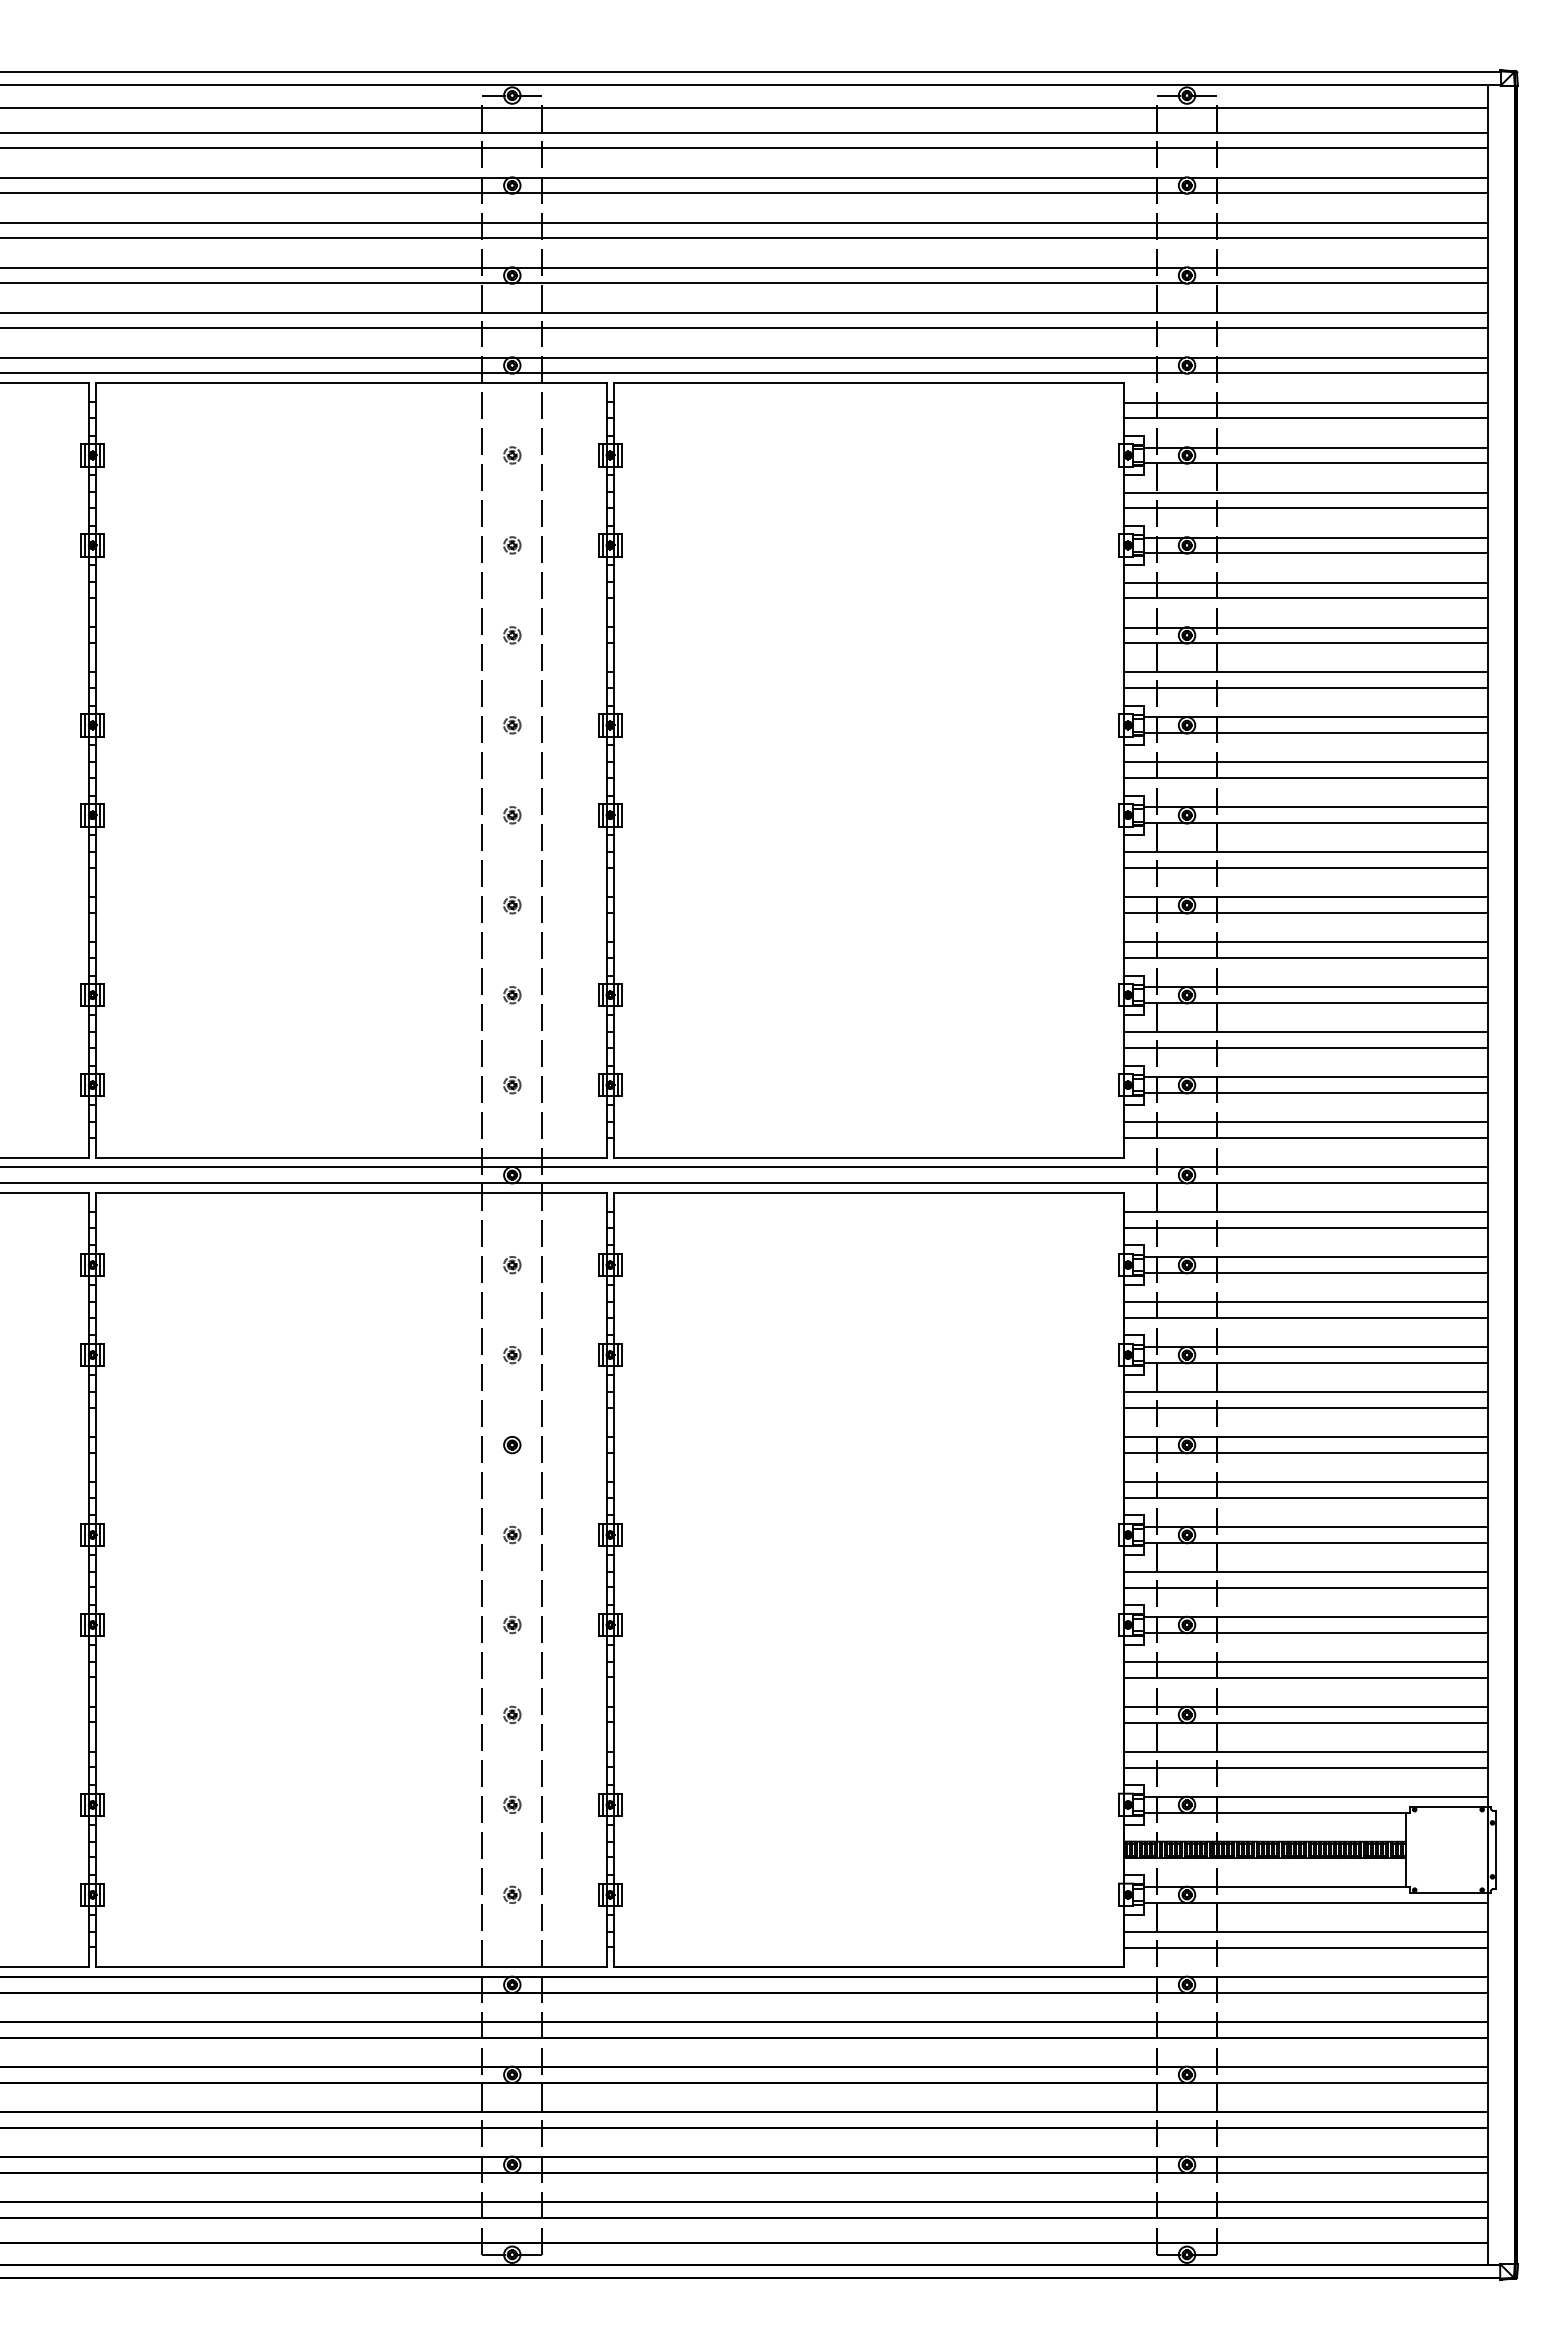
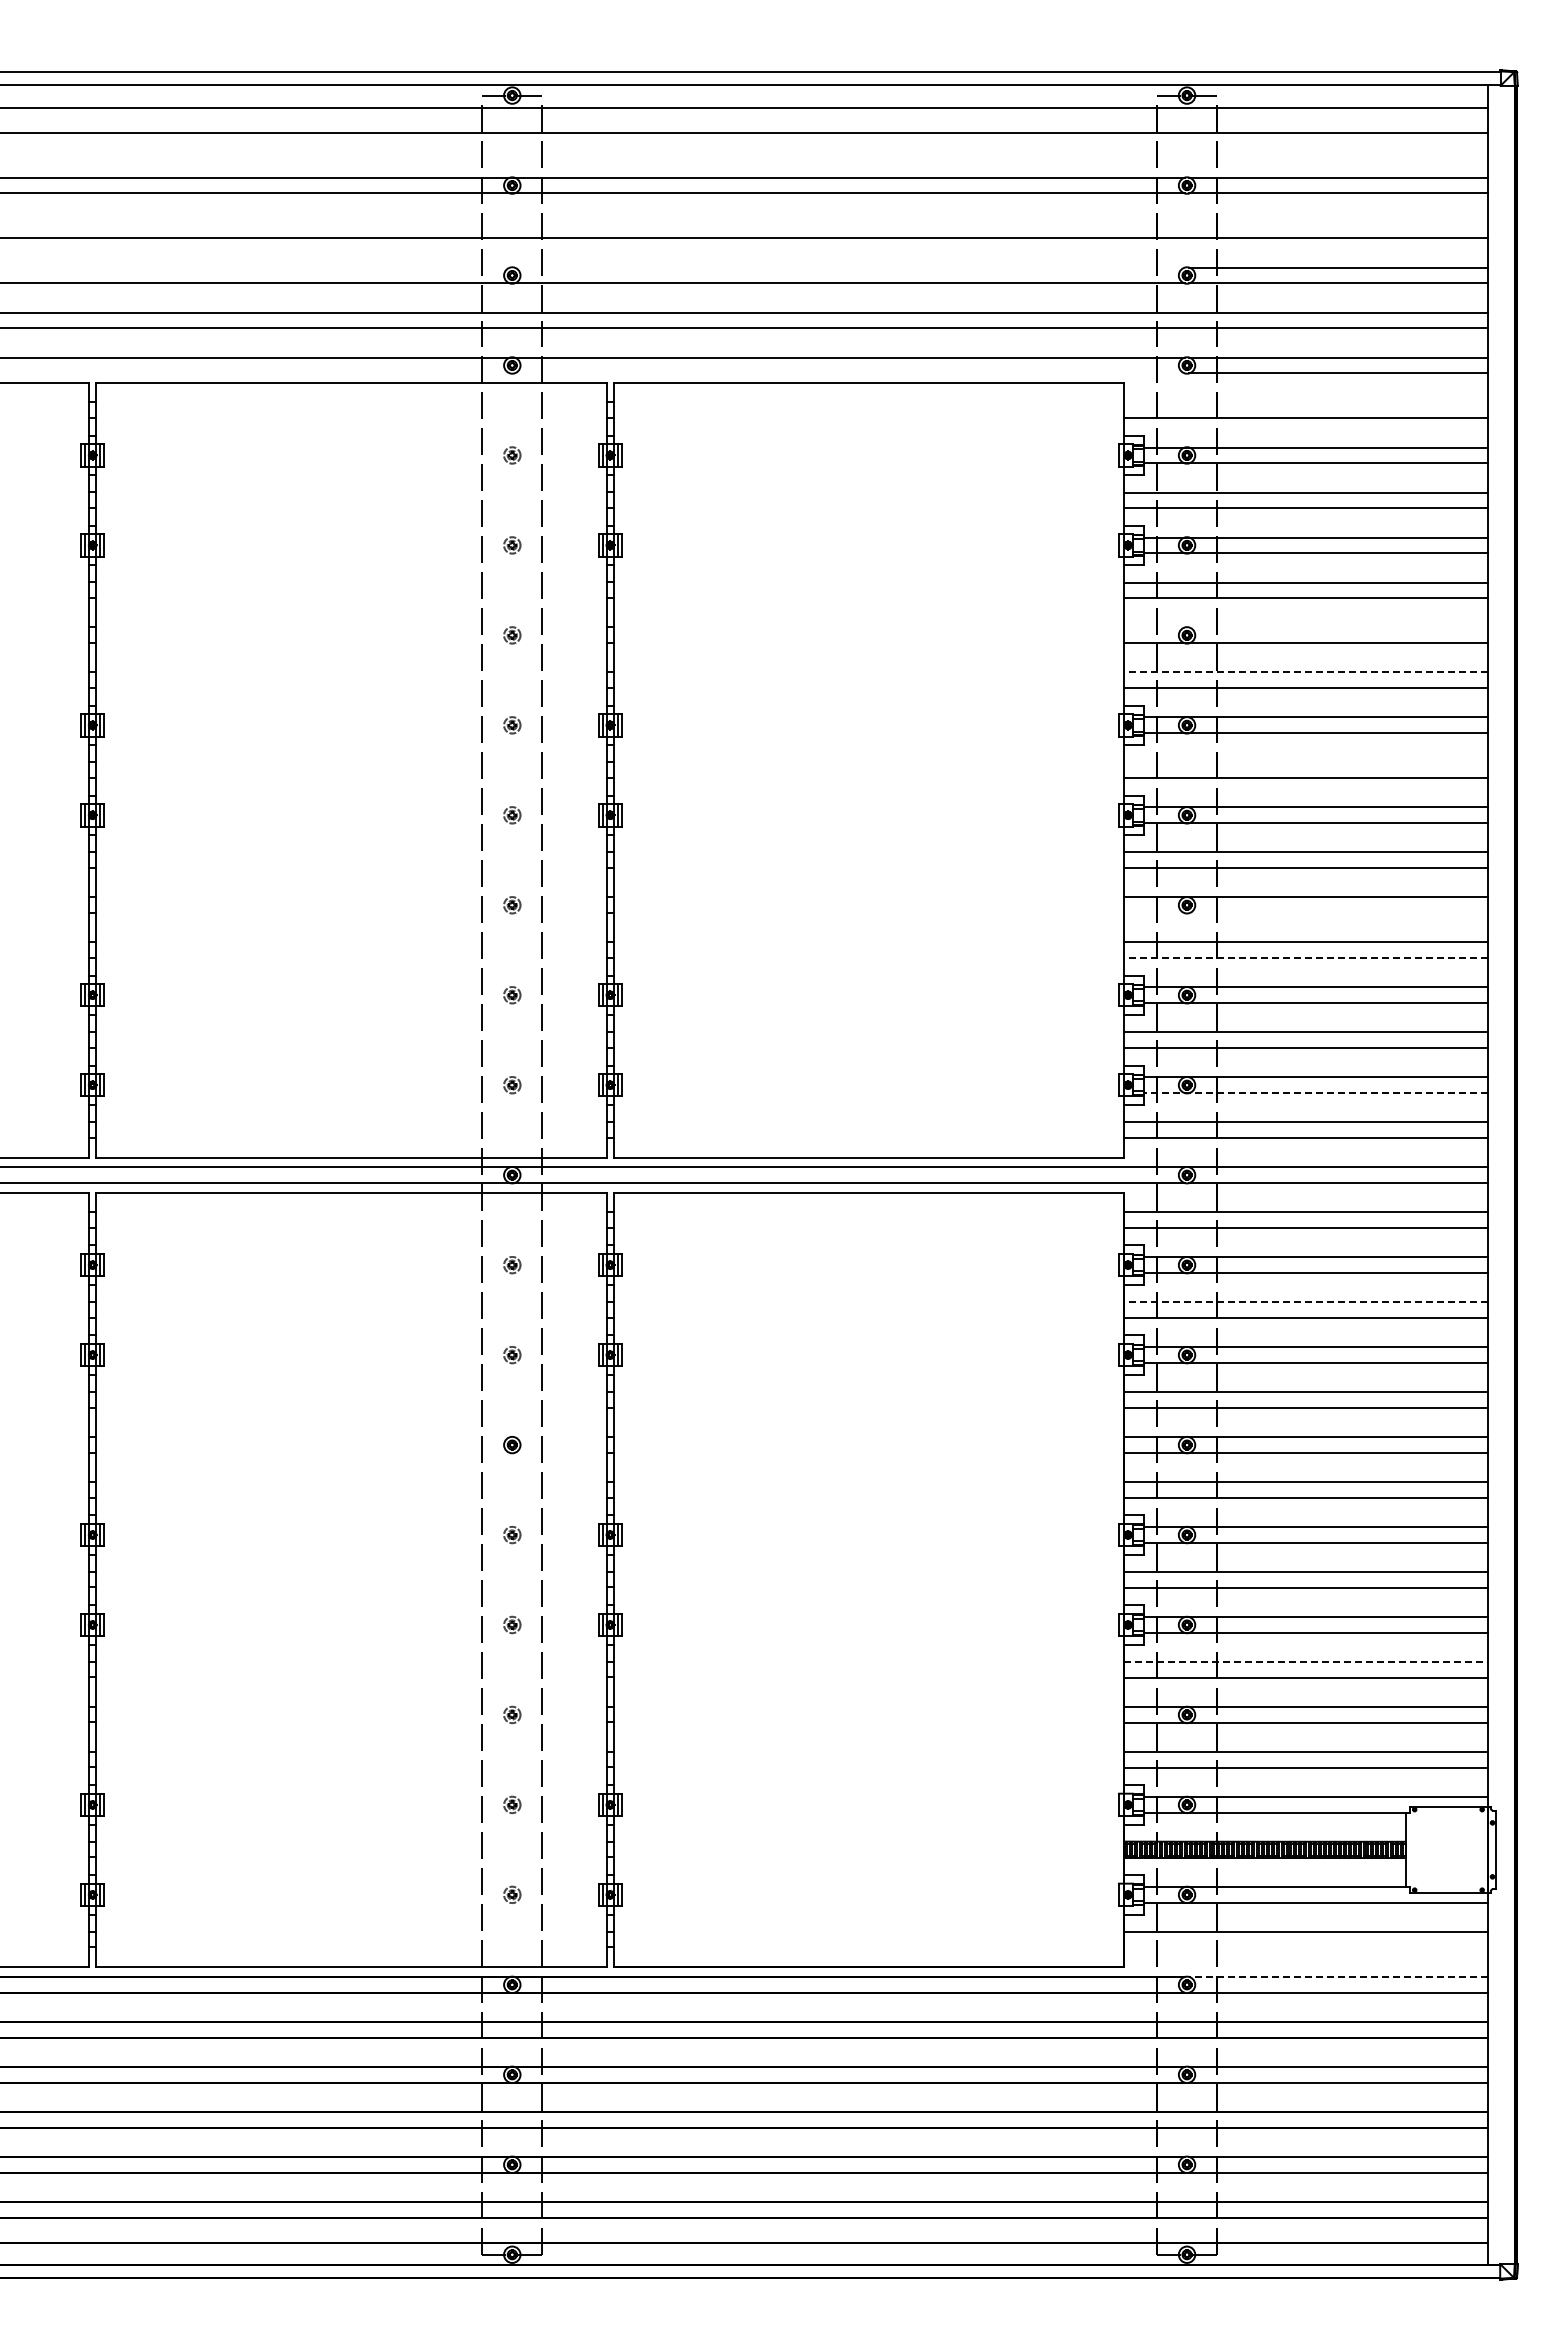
line at (745, 148): present -> none
line at (745, 222): present -> none
line at (593, 267): present -> none
line at (593, 373): present -> none
line at (1306, 402): present -> none
line at (1306, 627): present -> none
line at (1306, 672): solid -> dashed
line at (1306, 762): present -> none
line at (1306, 913): present -> none
line at (1306, 958): solid -> dashed
line at (1315, 1093): solid -> dashed
line at (1306, 1302): solid -> dashed
line at (1306, 1662): solid -> dashed
line at (1306, 1947): present -> none
line at (1338, 1976): solid -> dashed
